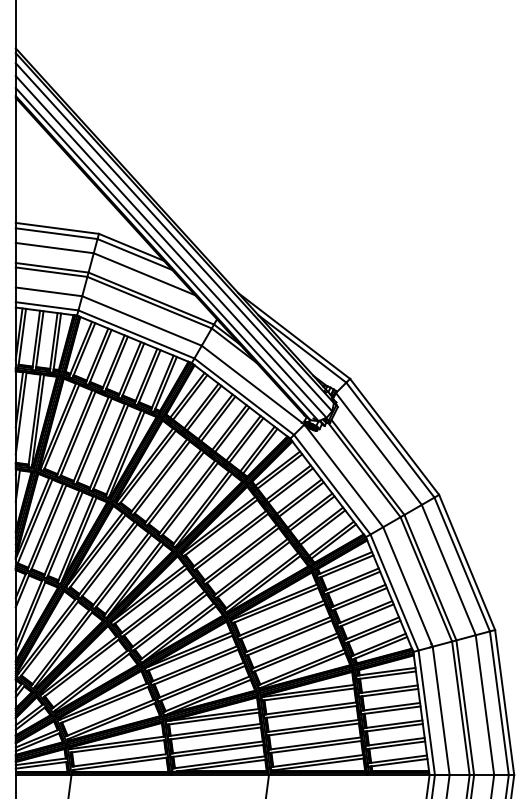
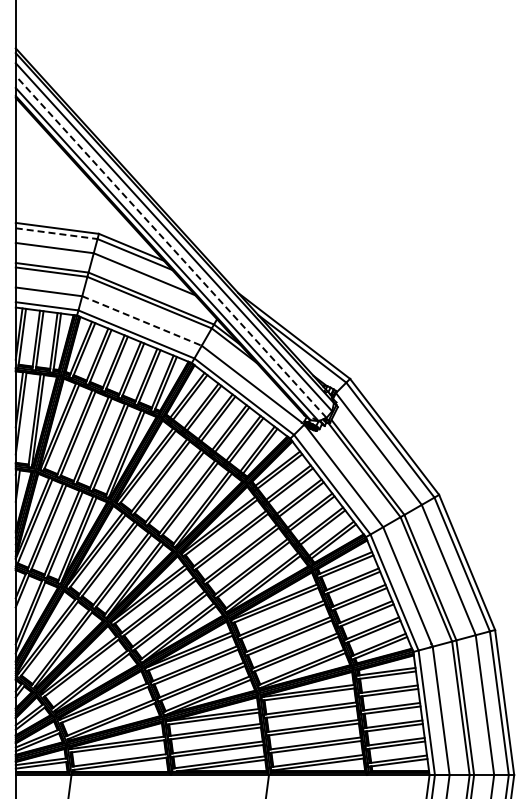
line at (57, 233): solid -> dashed
line at (170, 246): solid -> dashed
line at (142, 321): solid -> dashed
